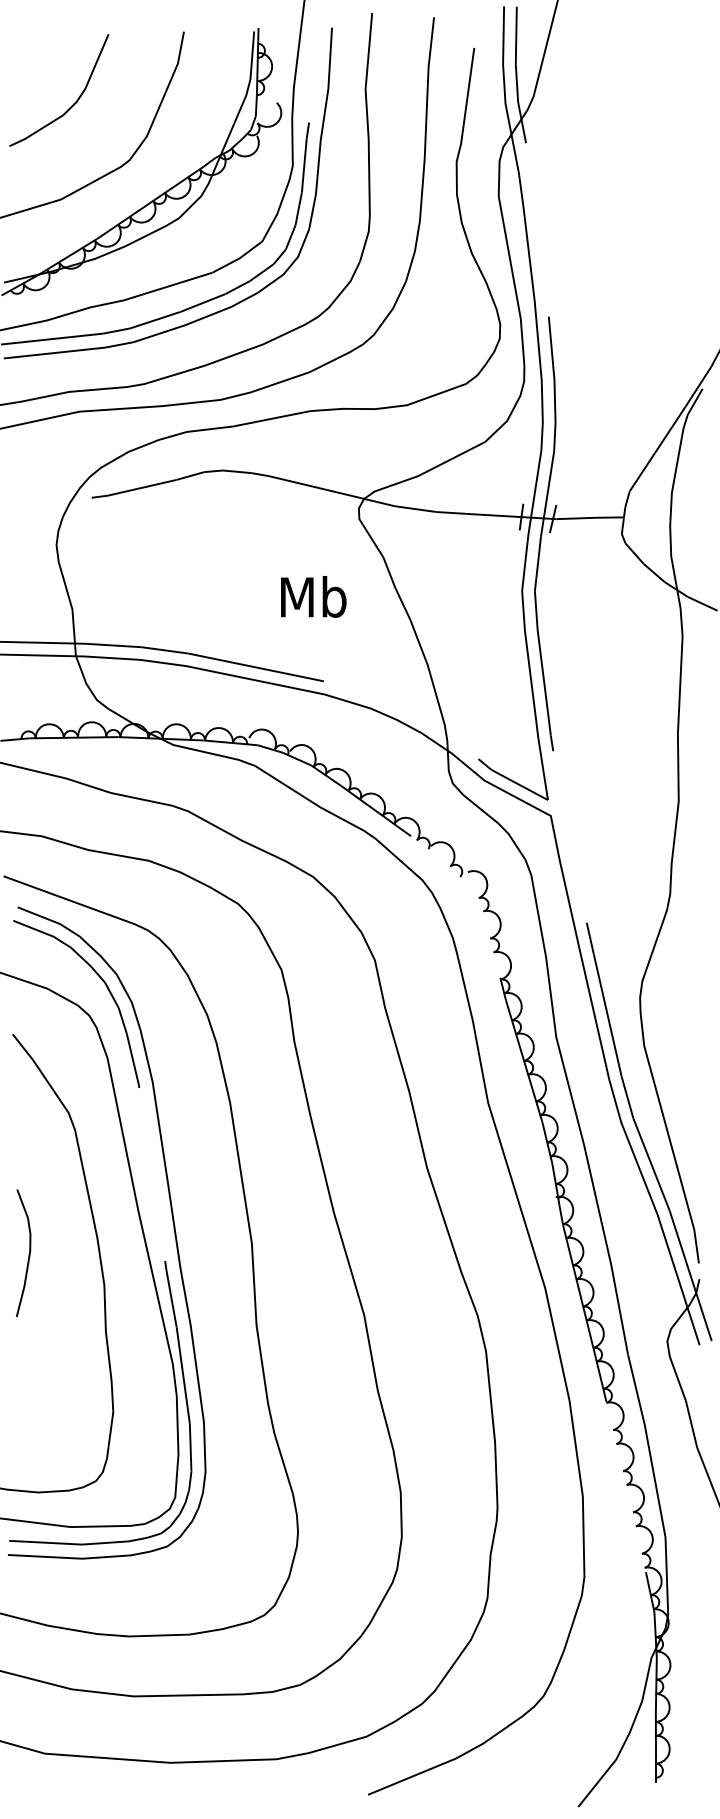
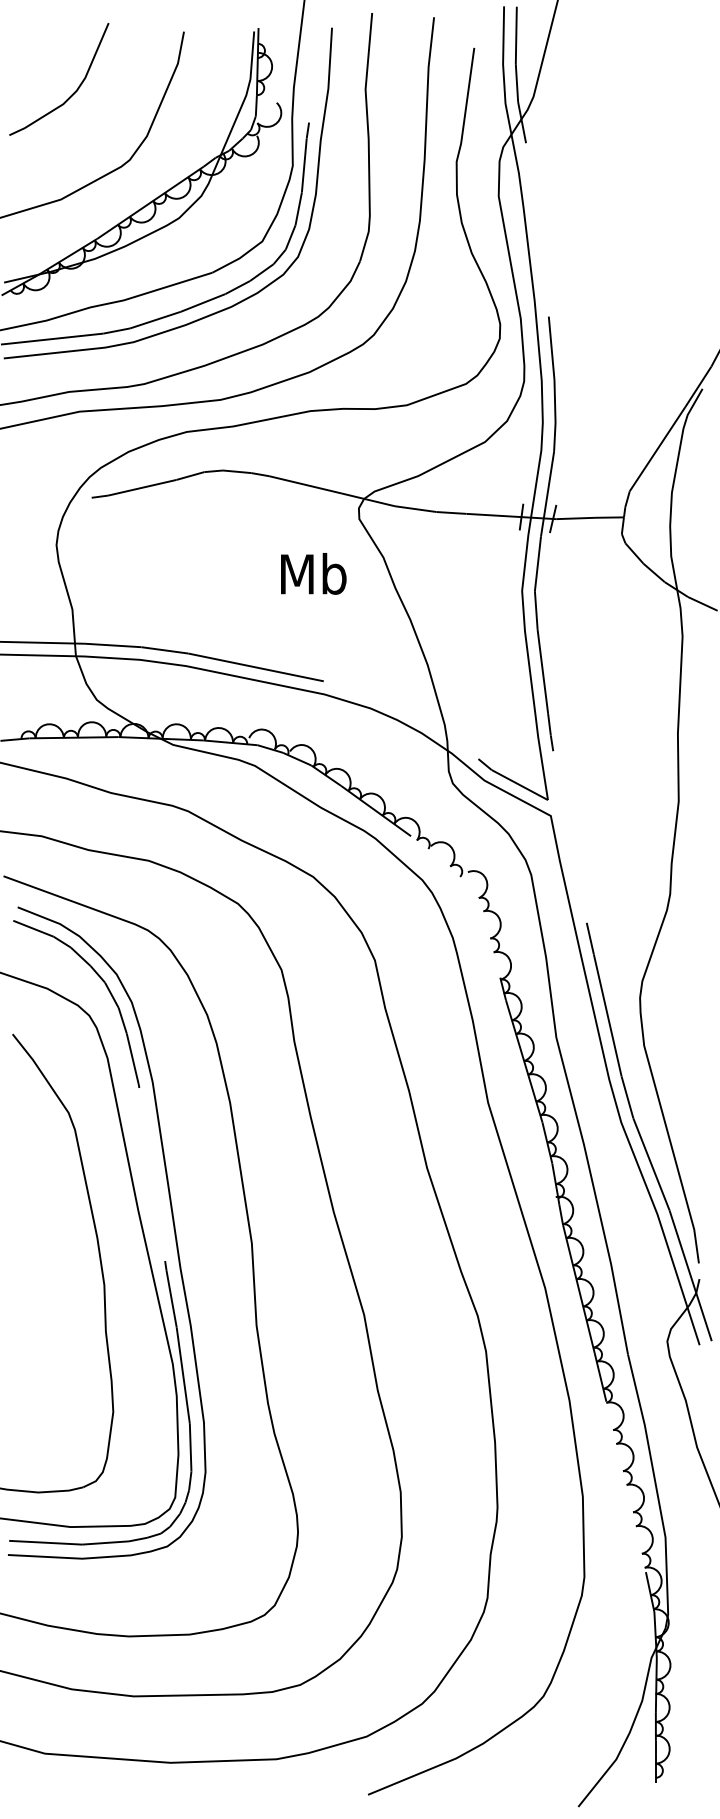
curve at (73, 103) position: (73, 103) -> (73, 92)
text at (313, 596) position: (313, 596) -> (313, 573)
curve at (28, 1254): present -> none
